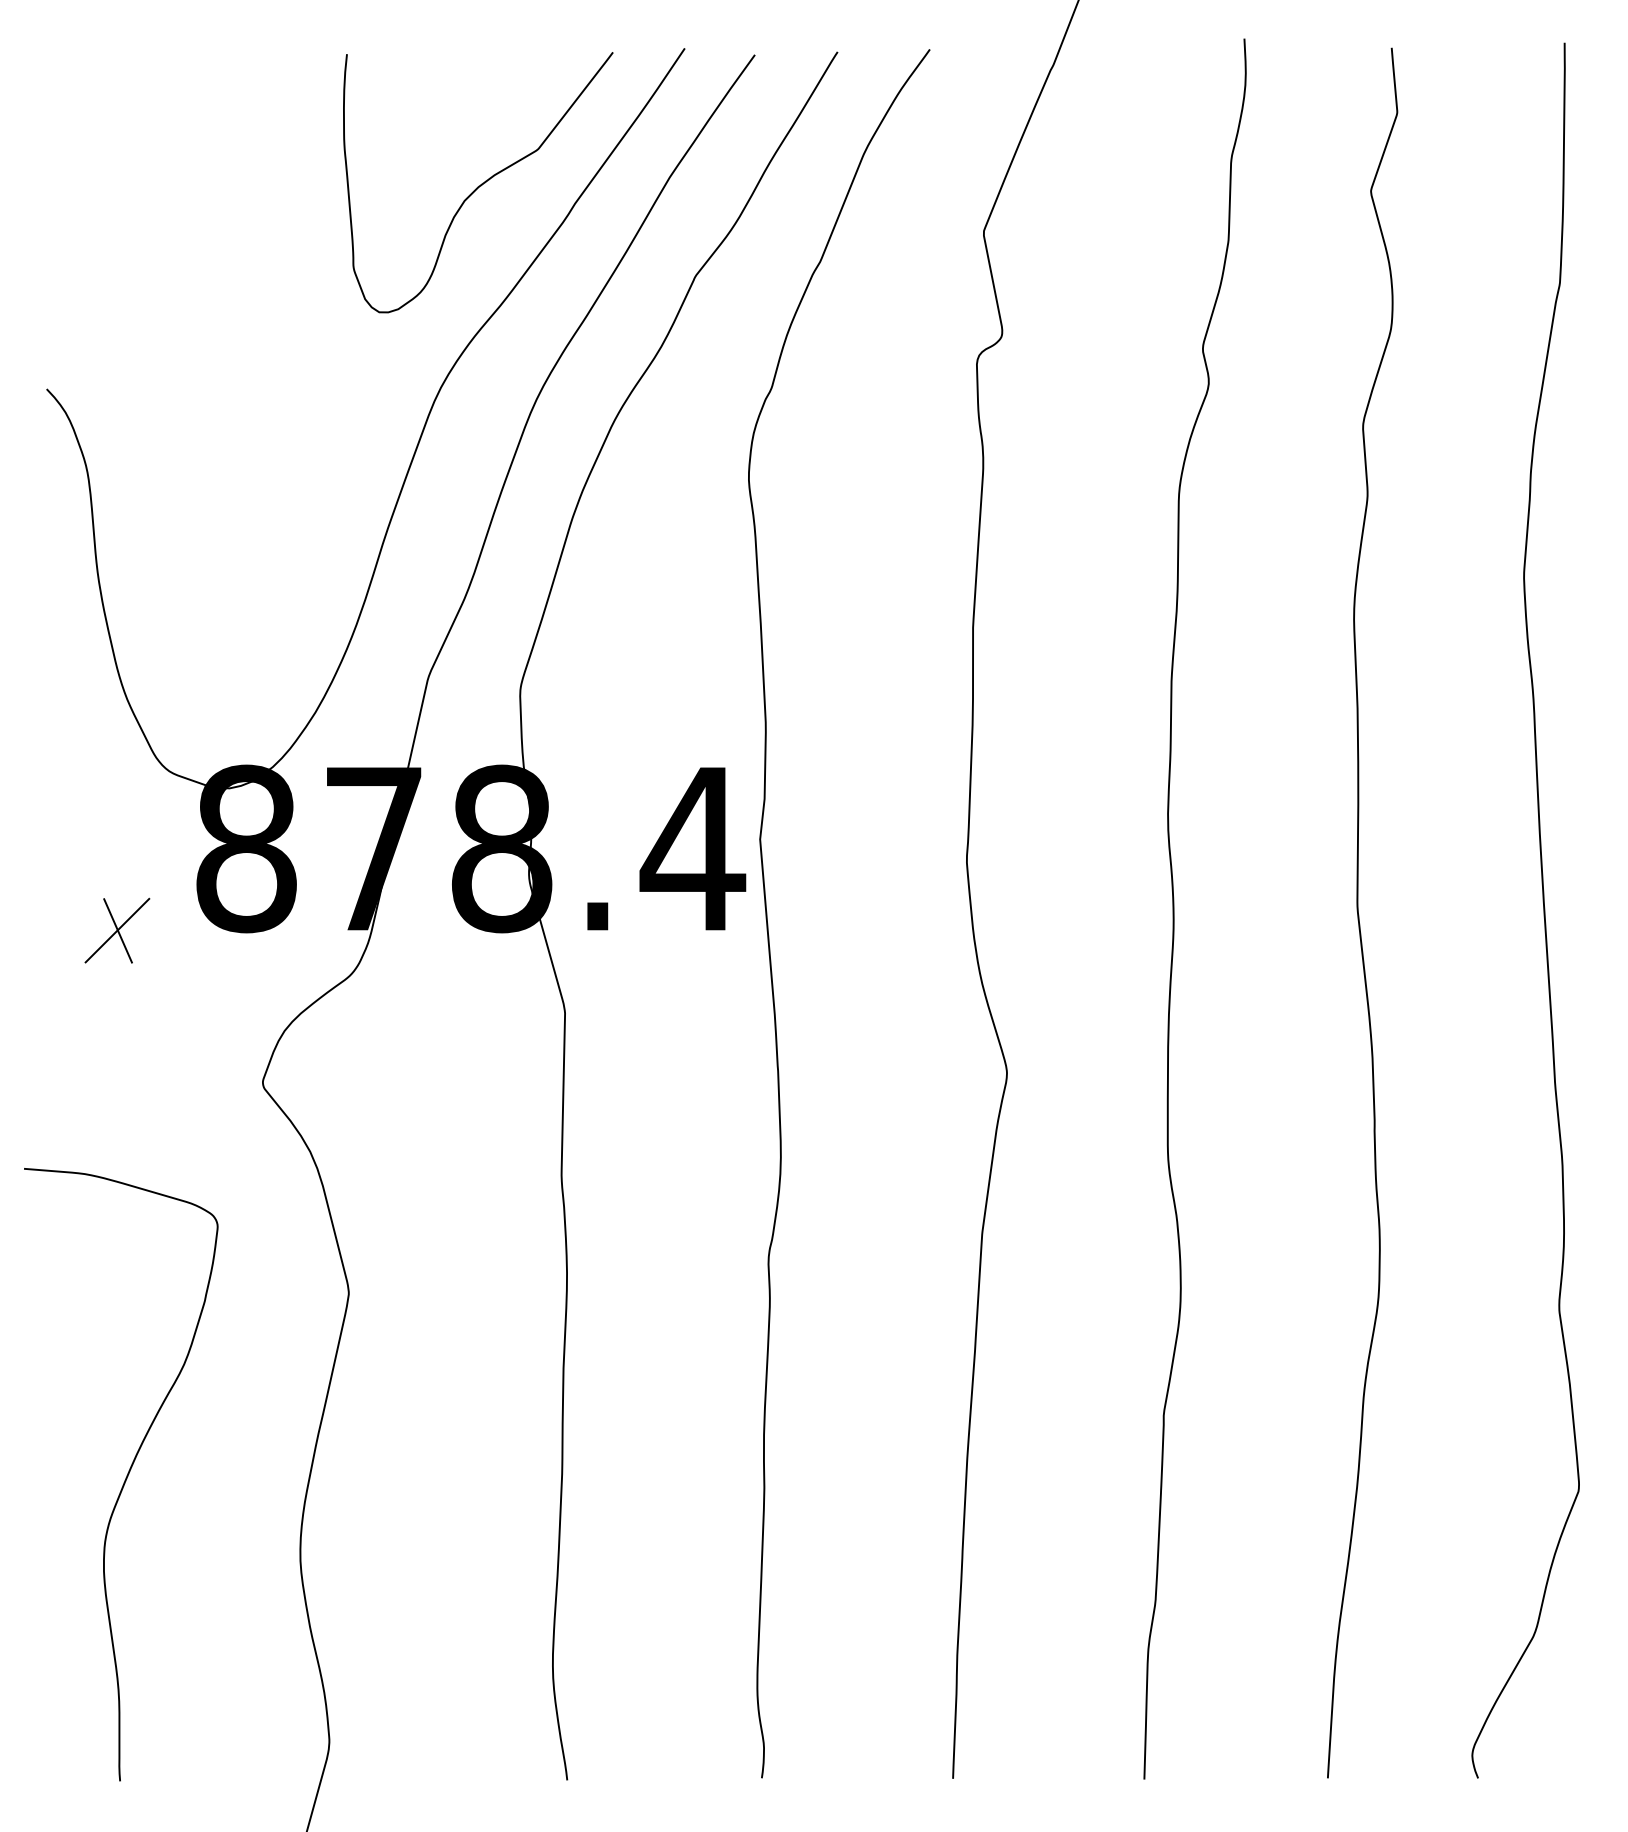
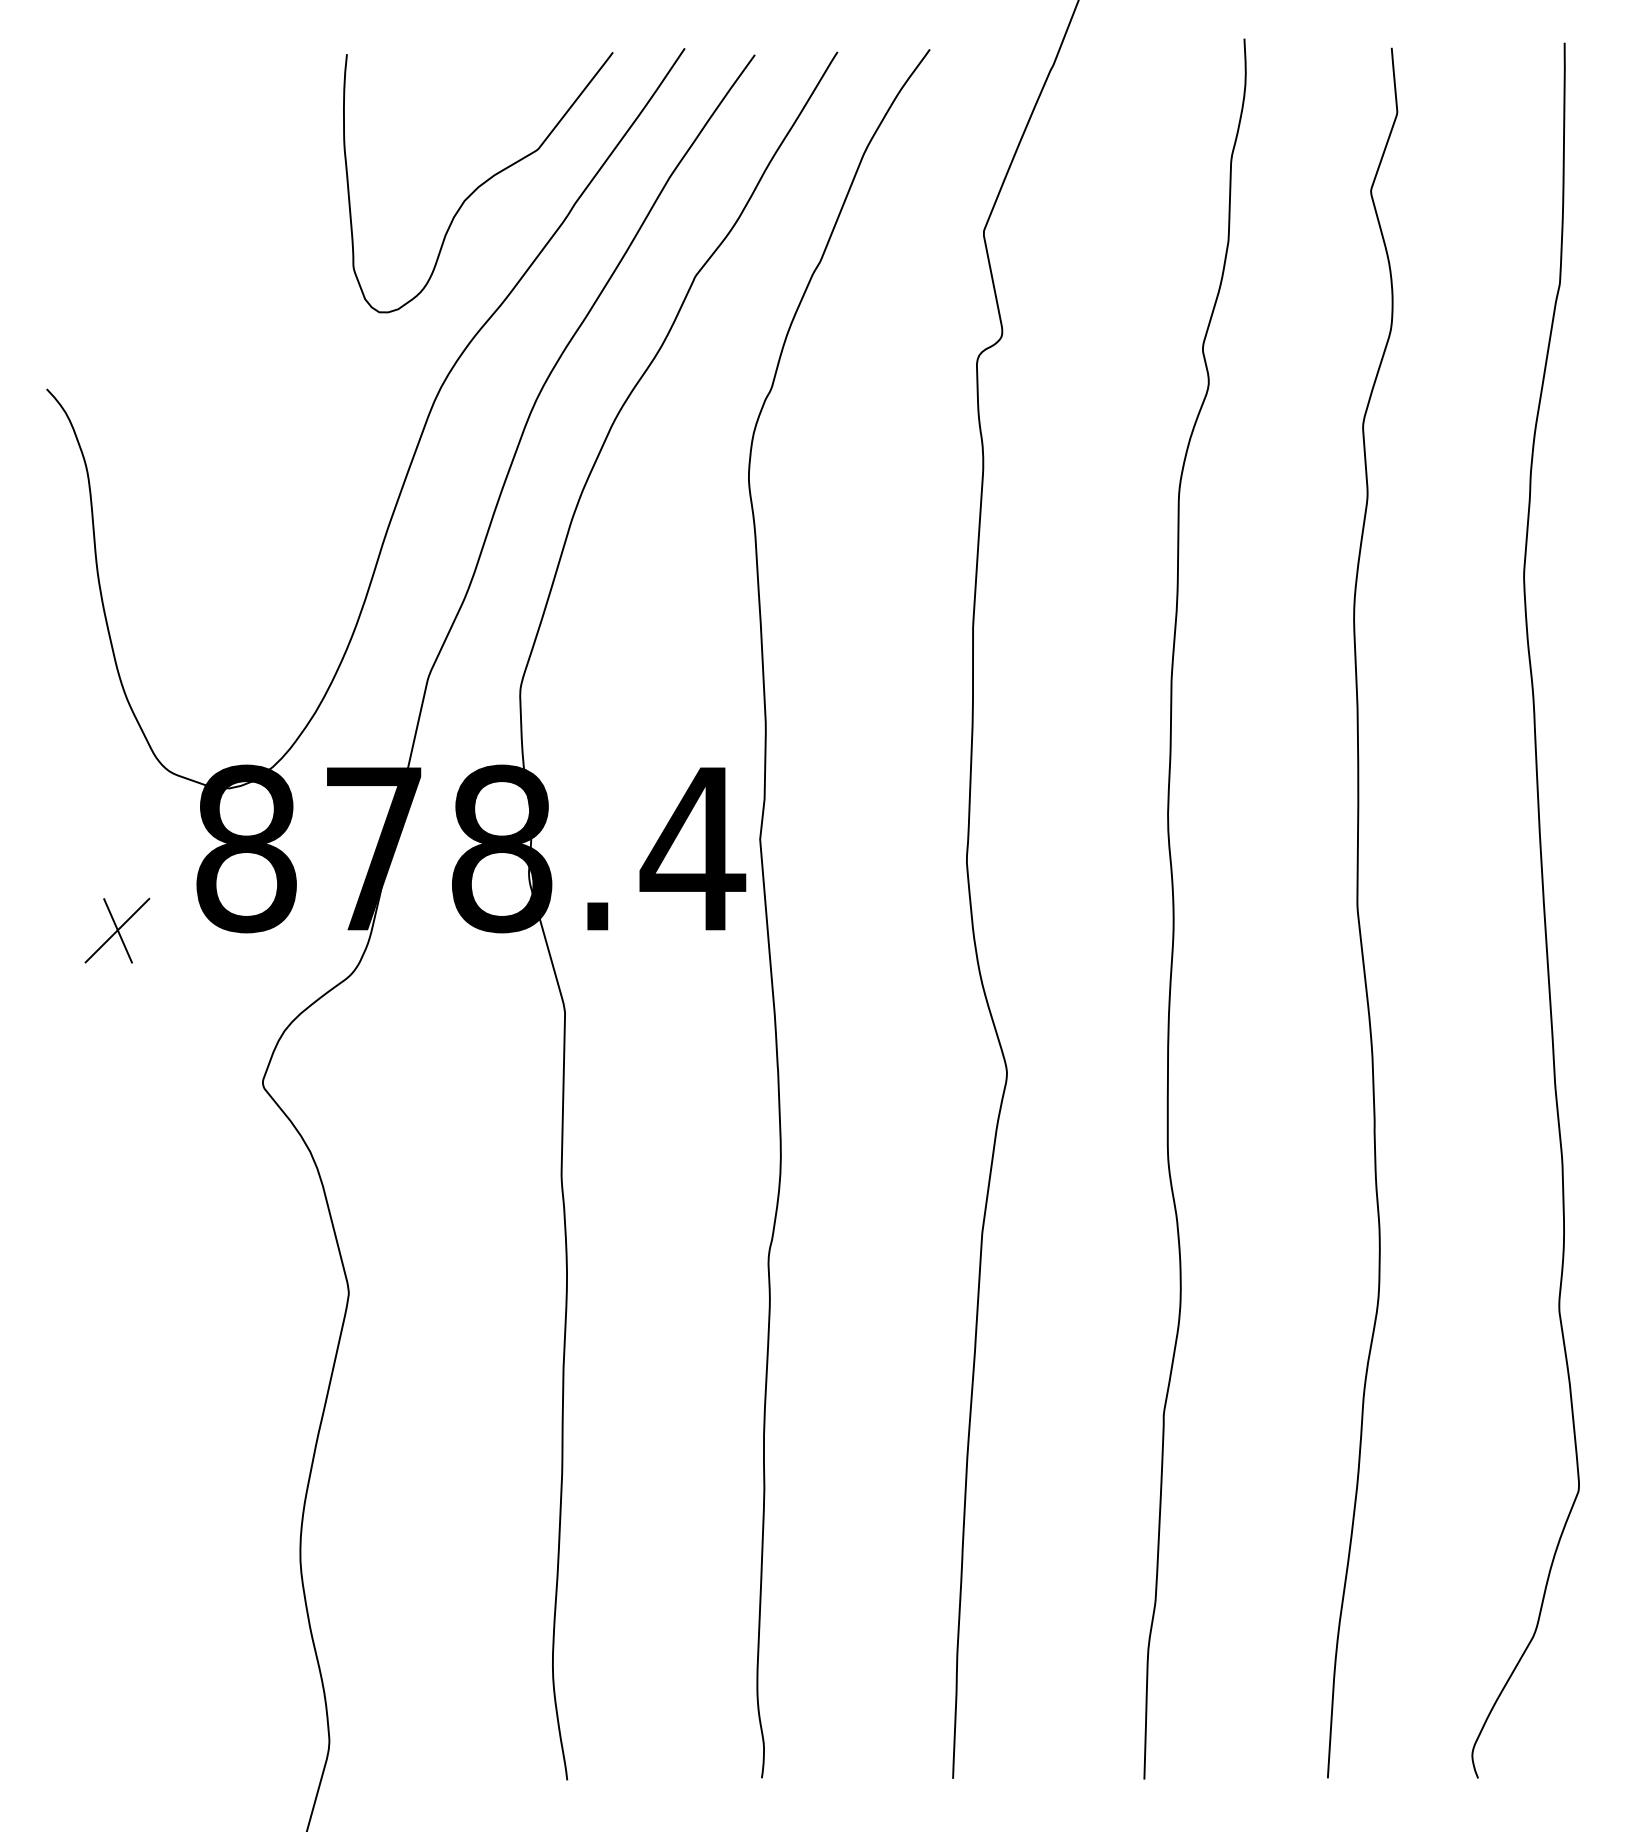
curve at (125, 1477): present -> none
